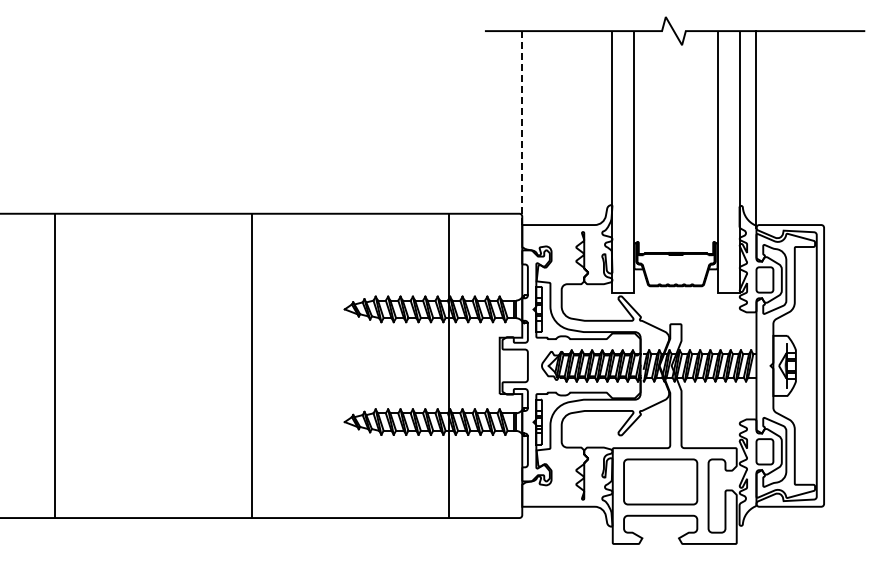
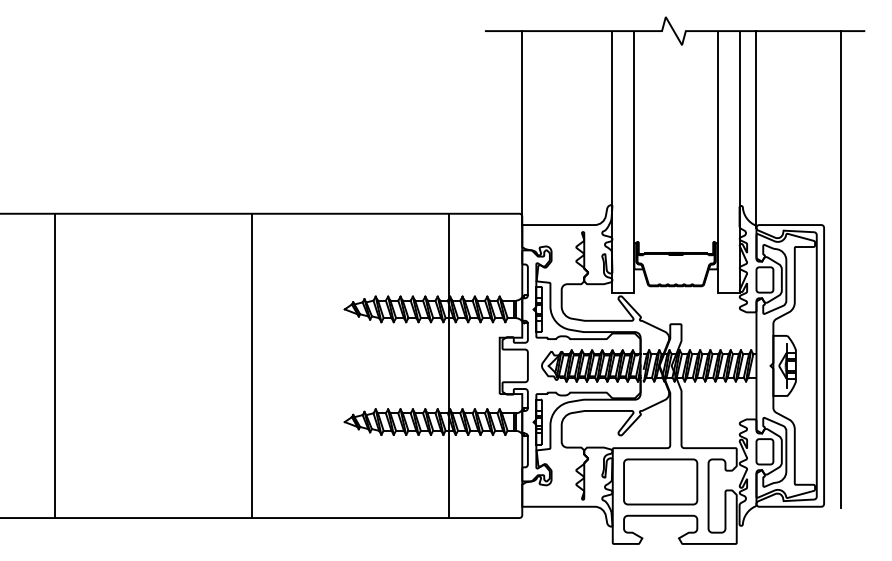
line at (522, 128): dashed -> solid
line at (841, 269): none -> present
